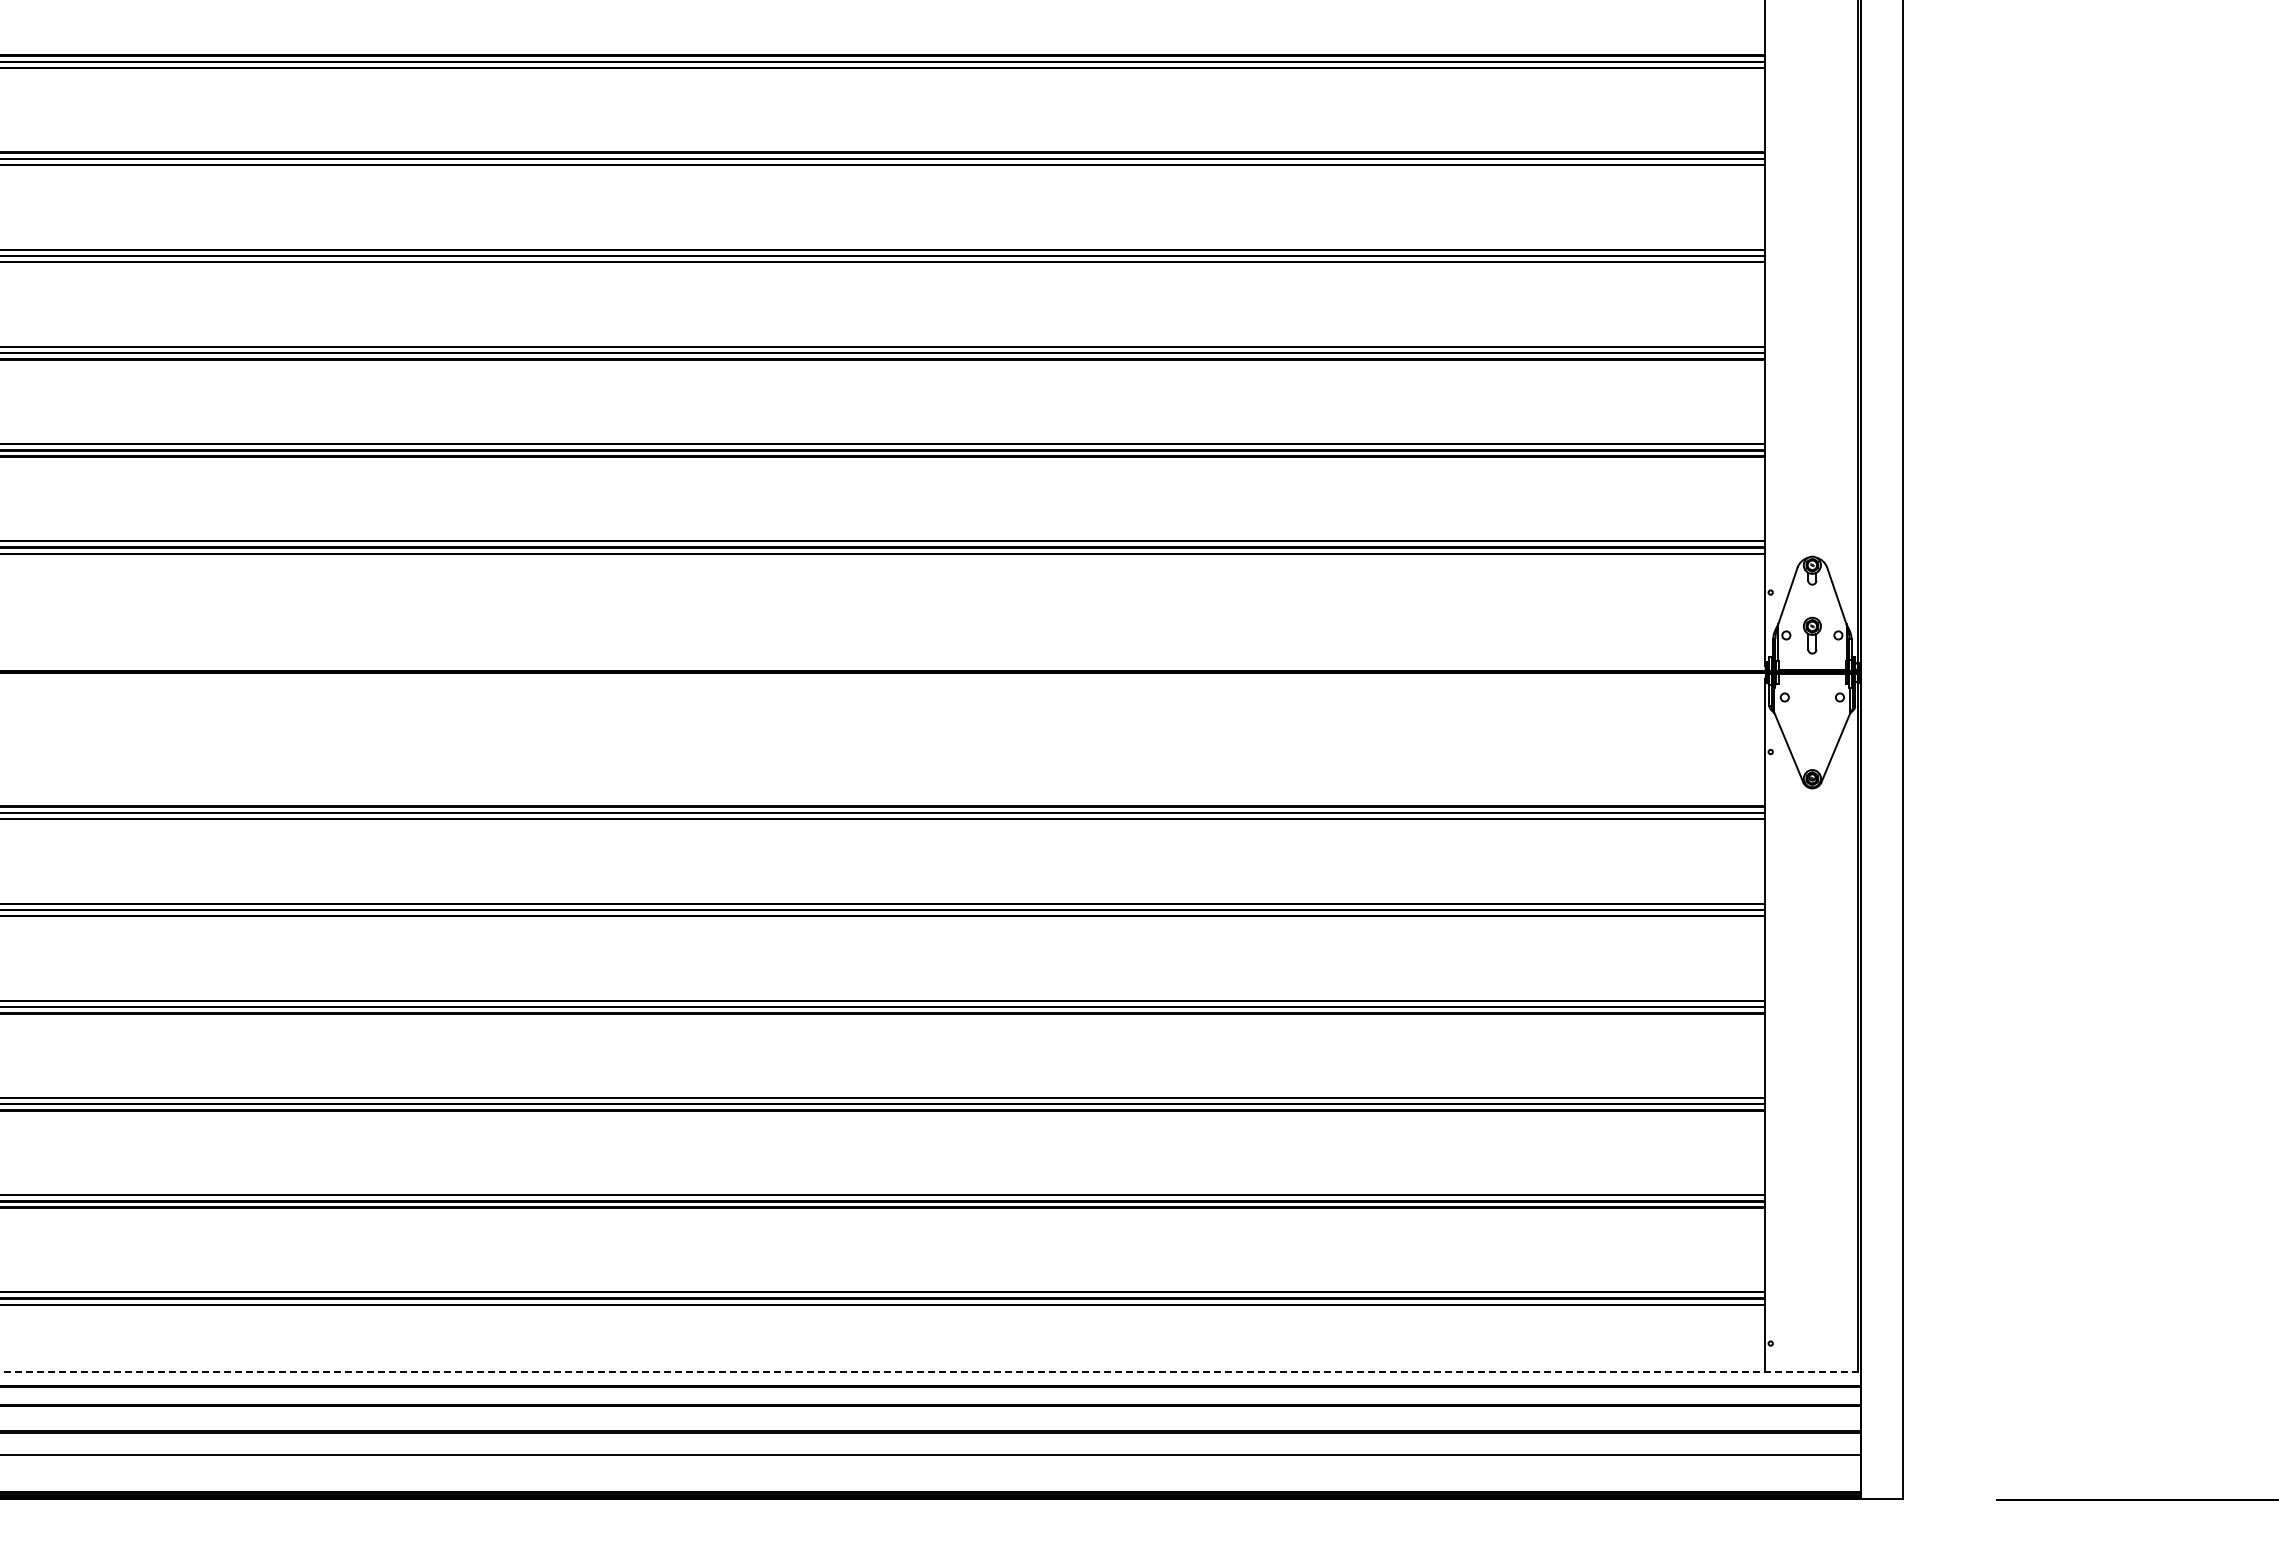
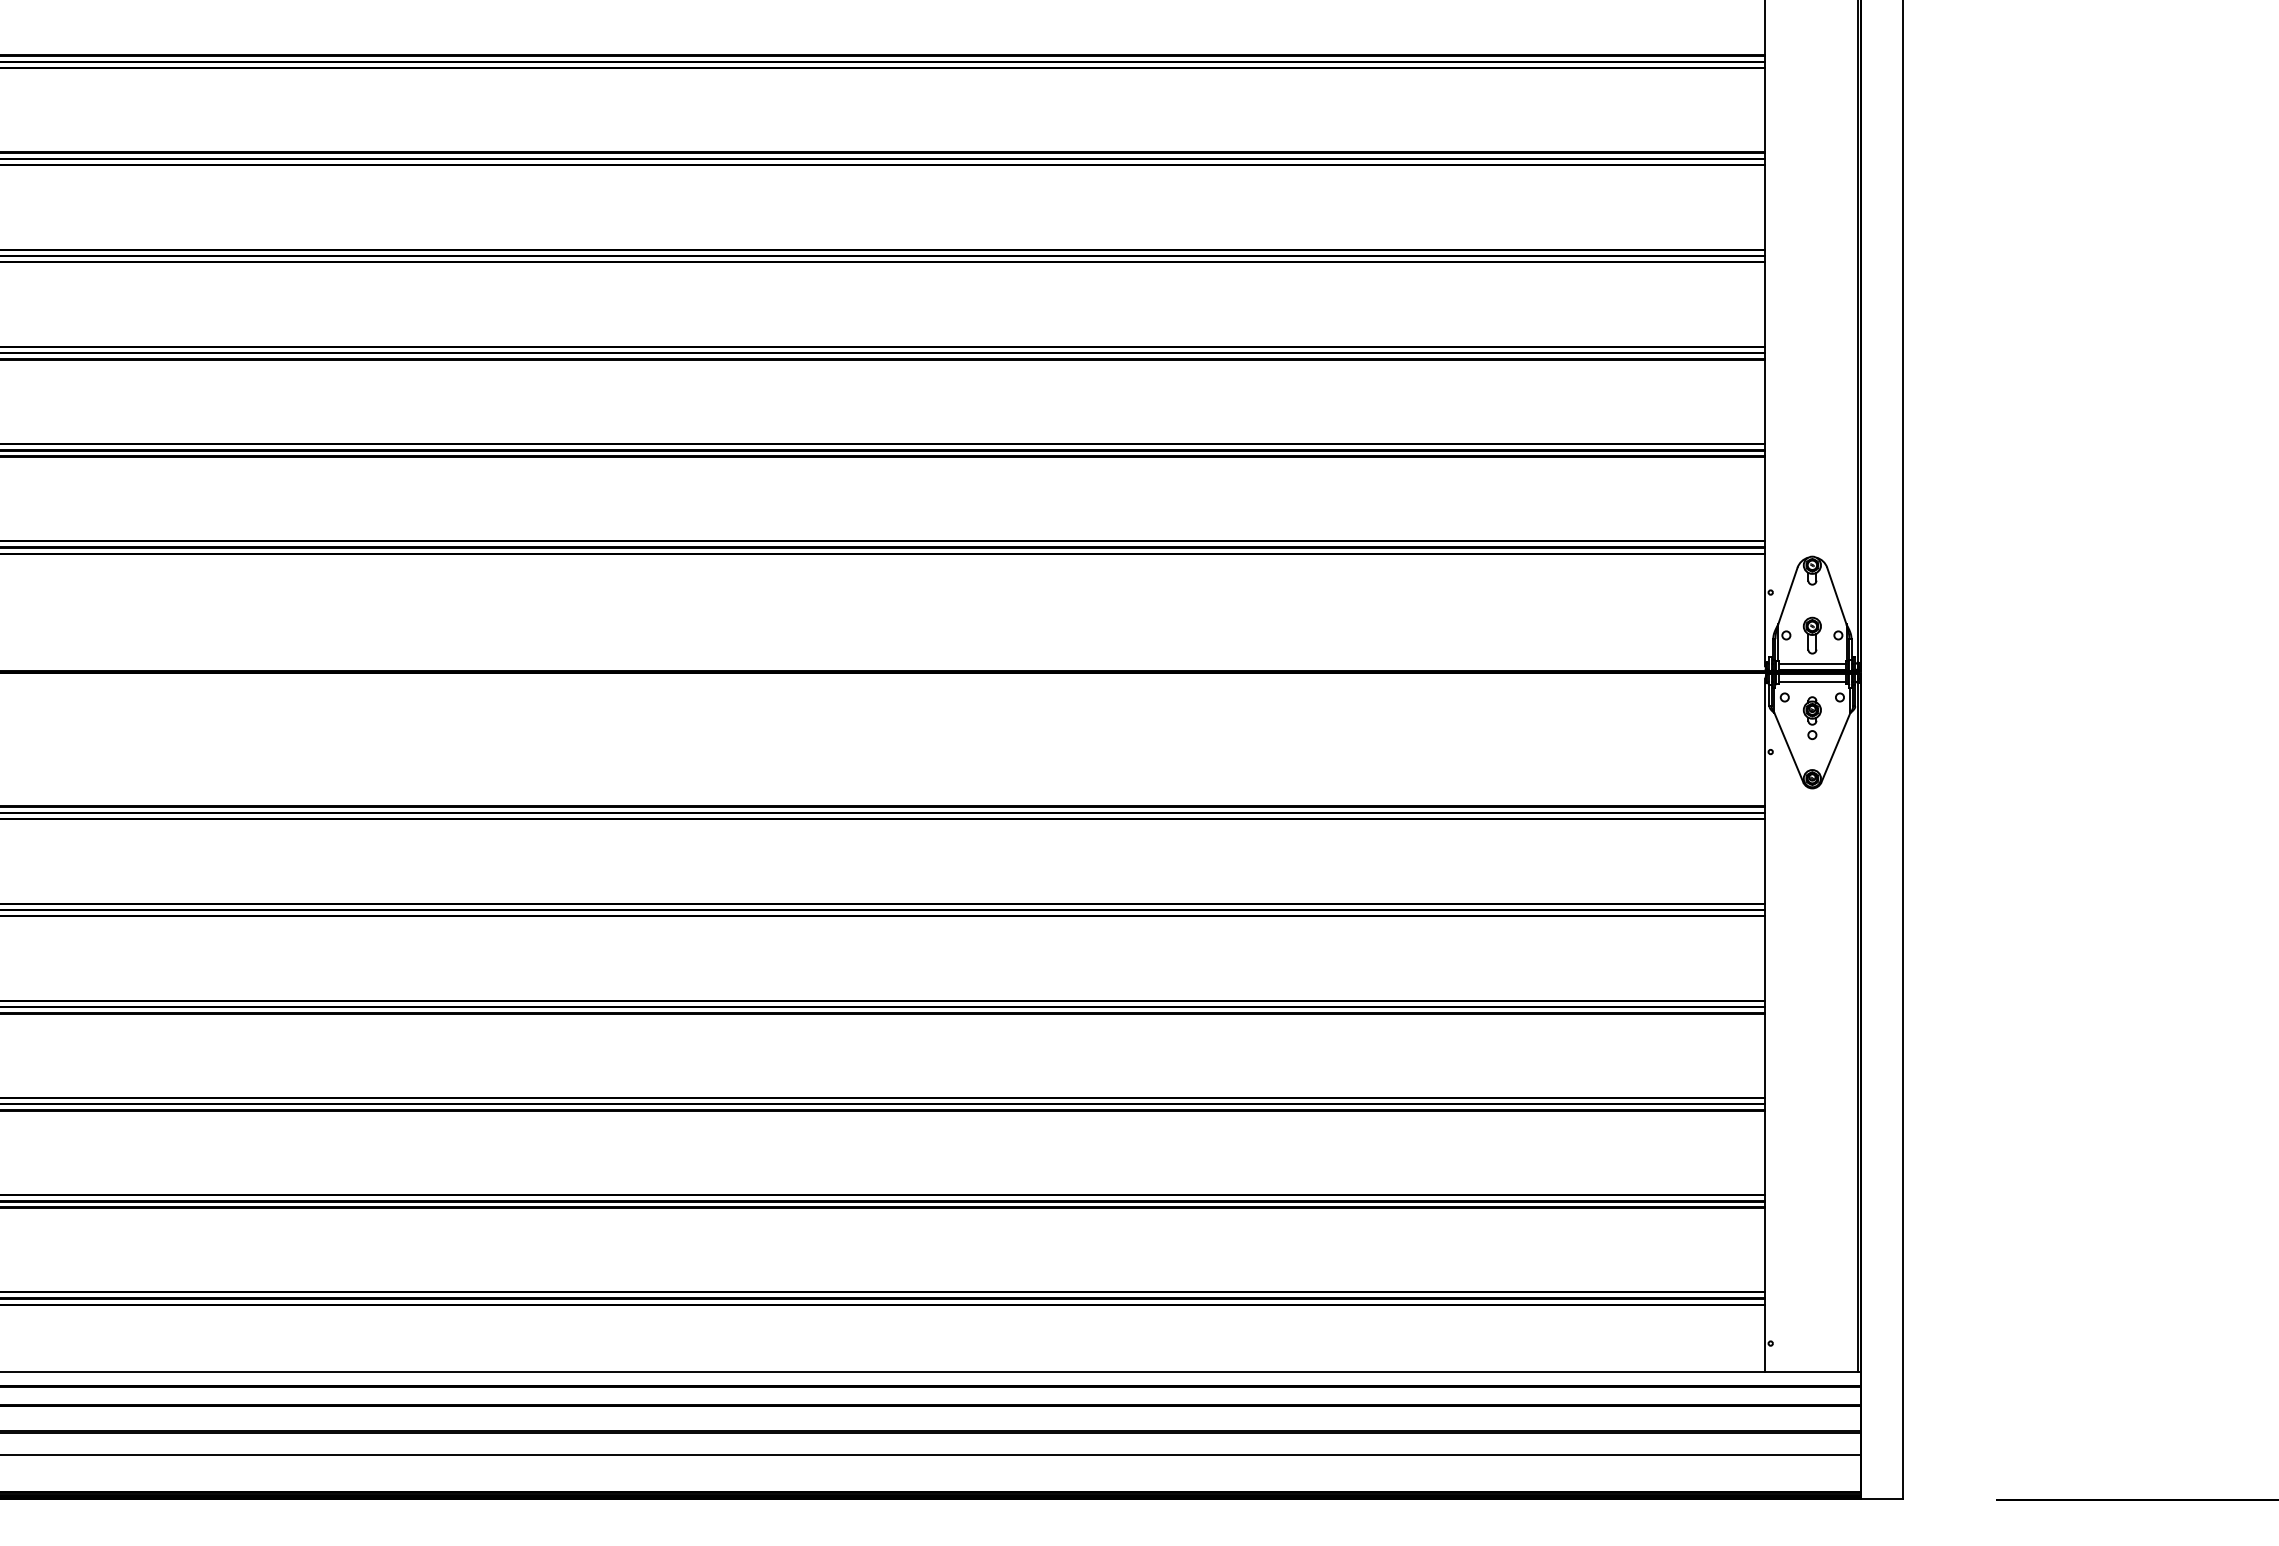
line at (1812, 663): none -> present
line at (1812, 681): none -> present
part at (1811, 717): none -> present
line at (931, 1371): dashed -> solid
